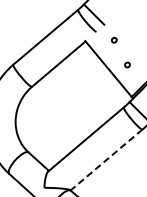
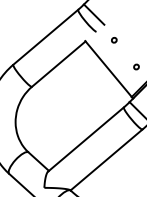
part at (127, 64) position: (127, 64) -> (136, 66)
line at (106, 160): dashed -> solid
